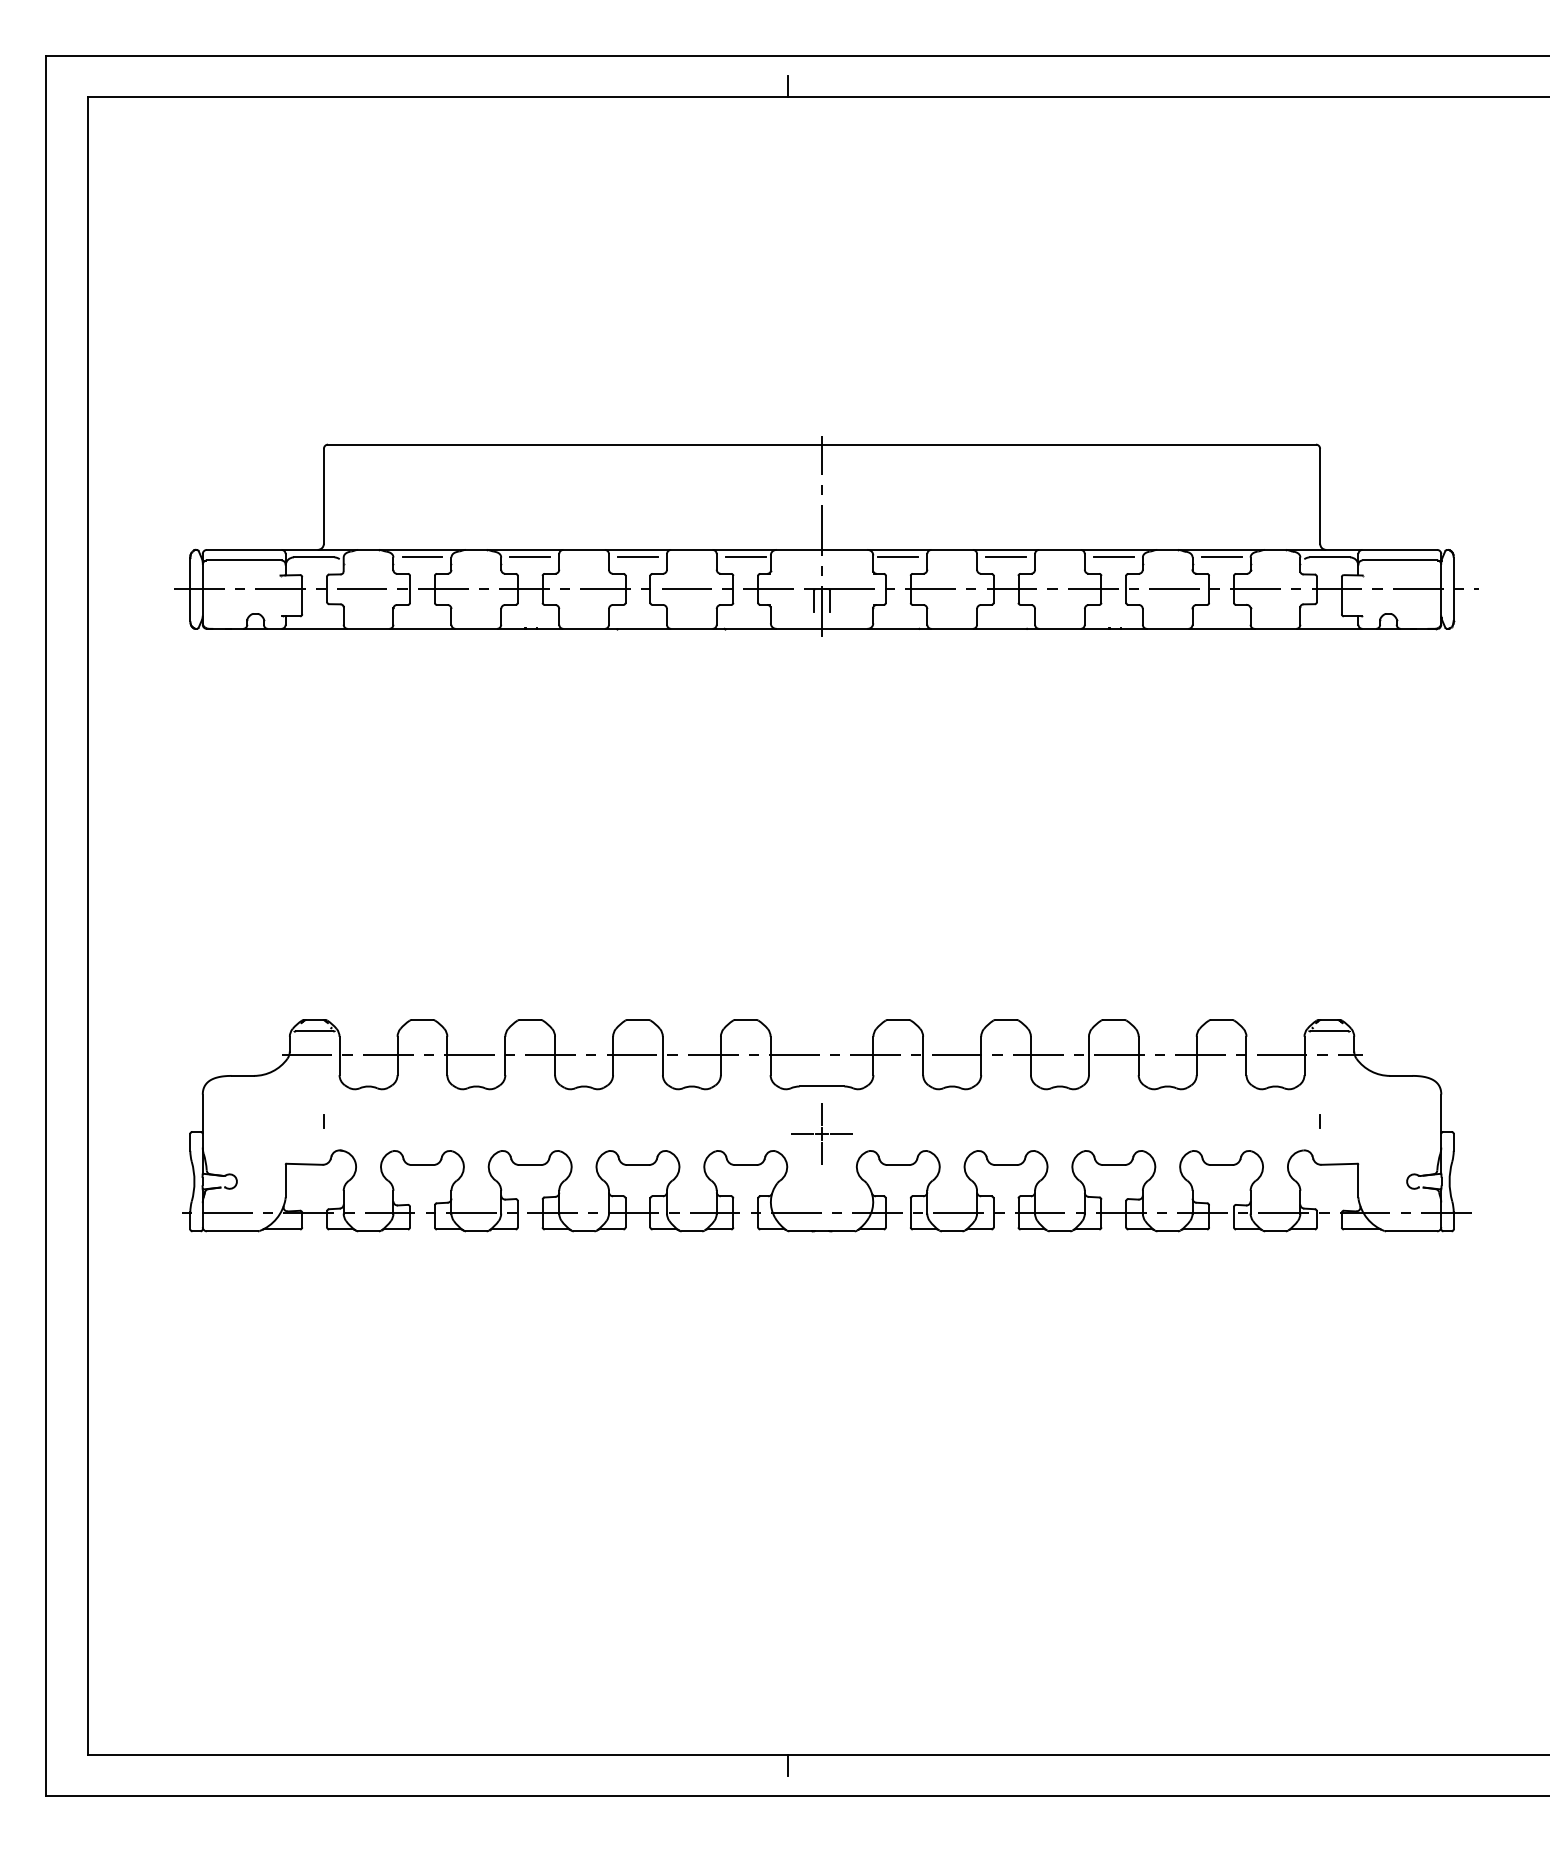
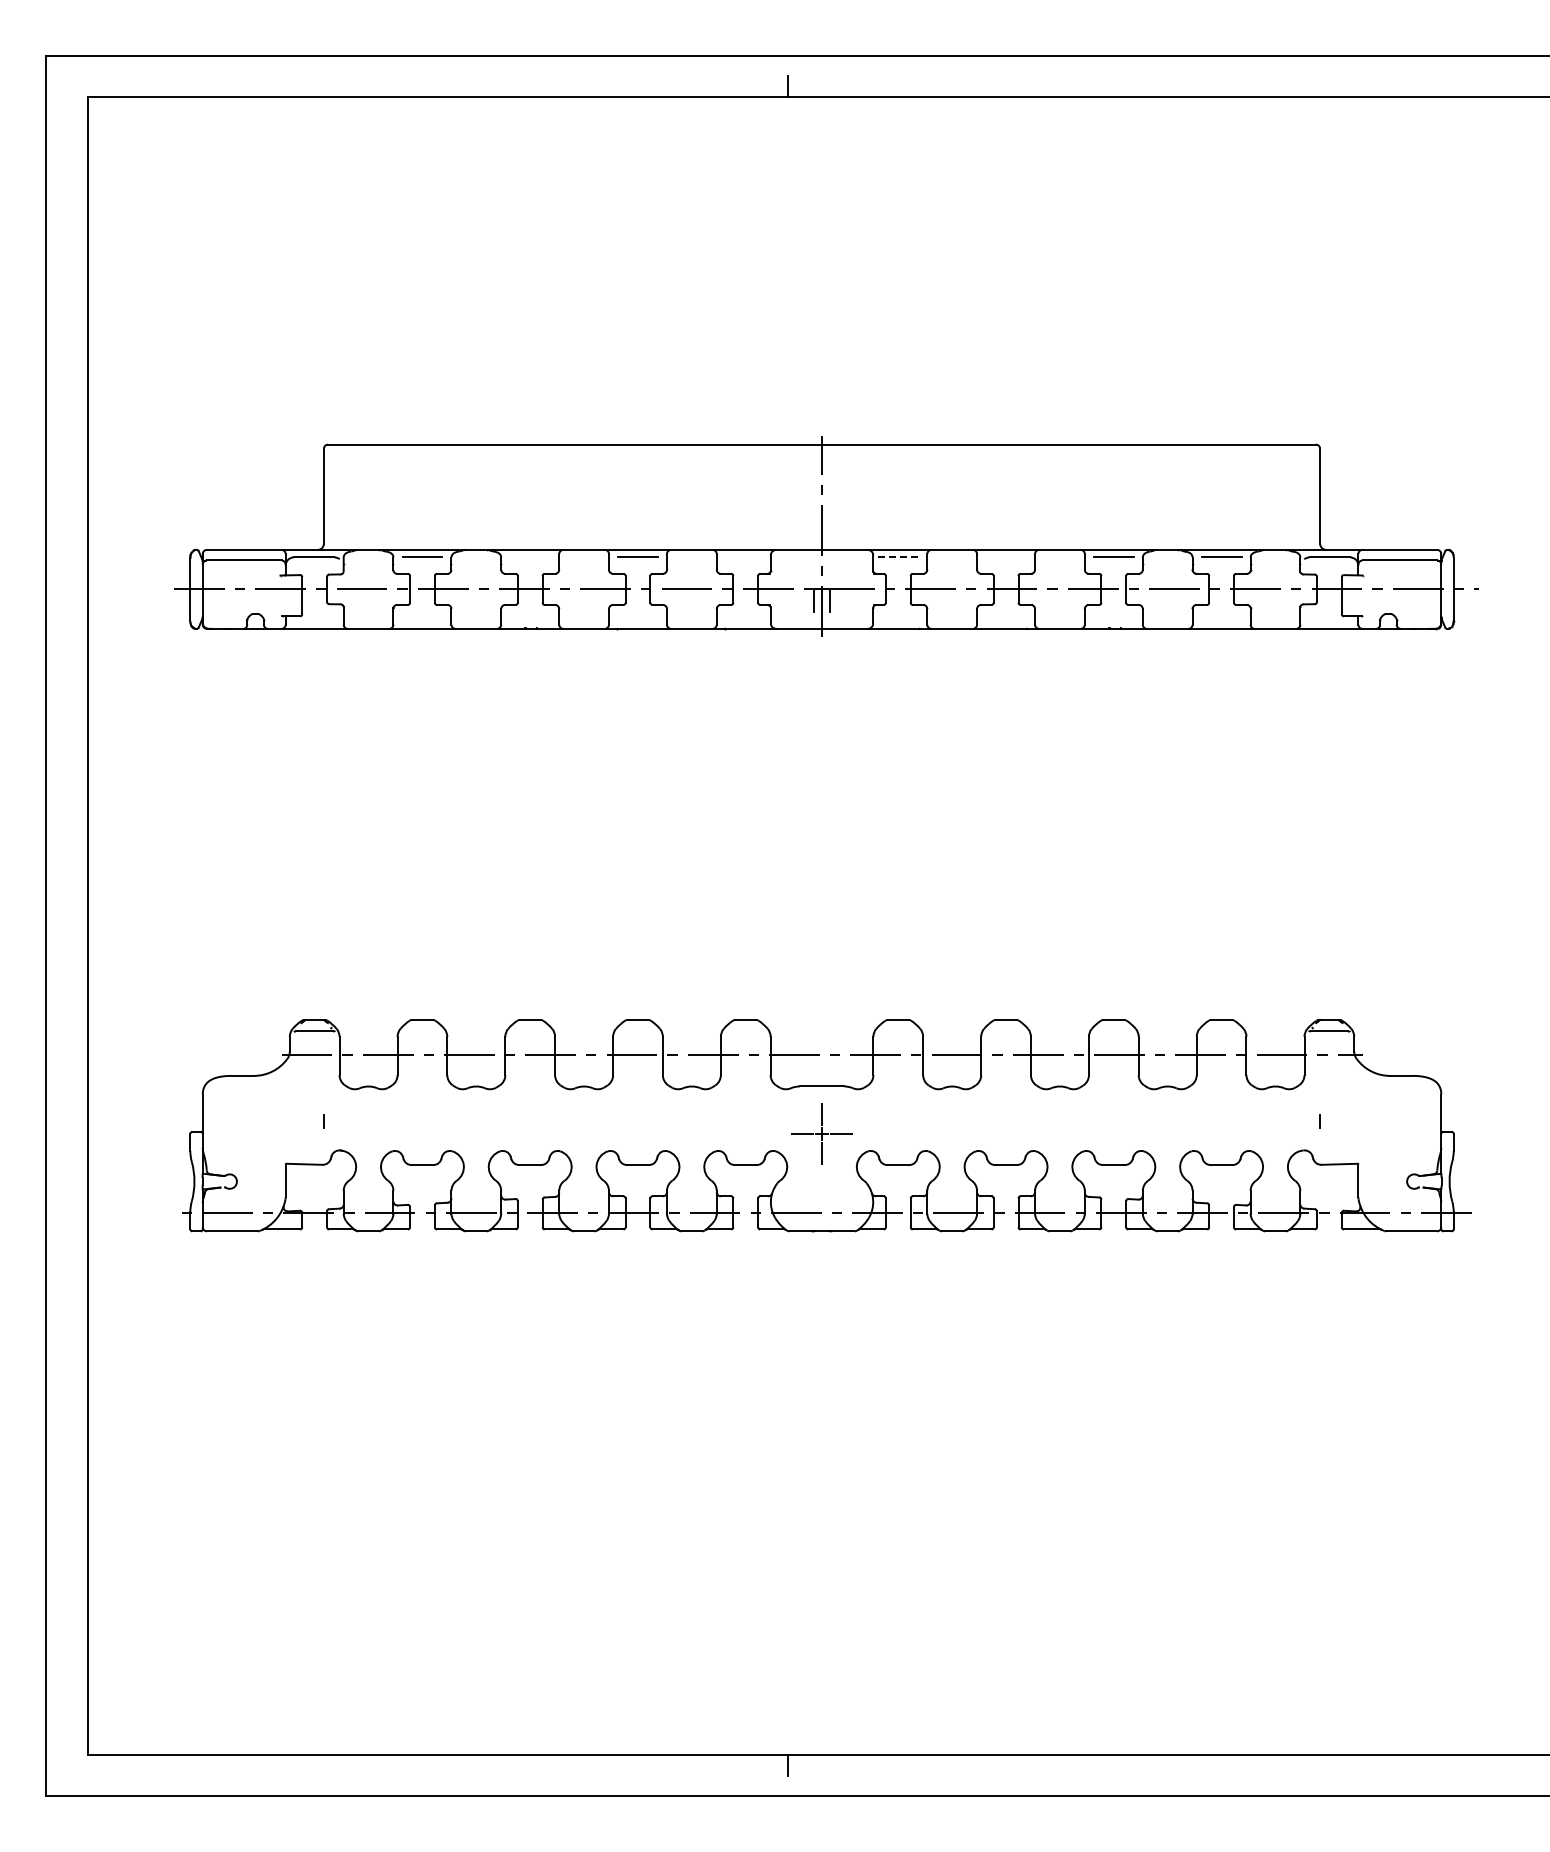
line at (530, 557): present -> none
line at (745, 557): present -> none
line at (898, 557): solid -> dashed
line at (1006, 557): present -> none
